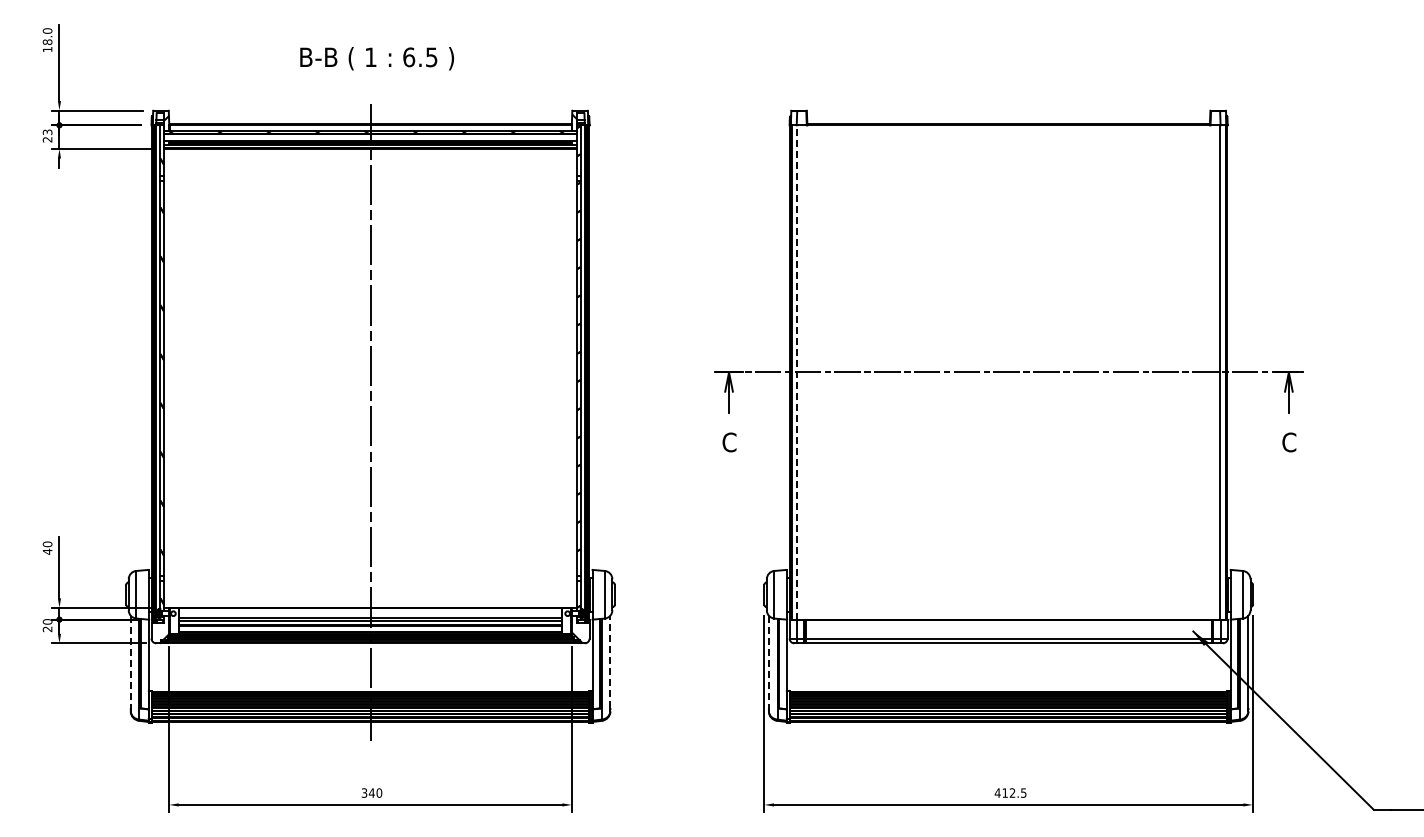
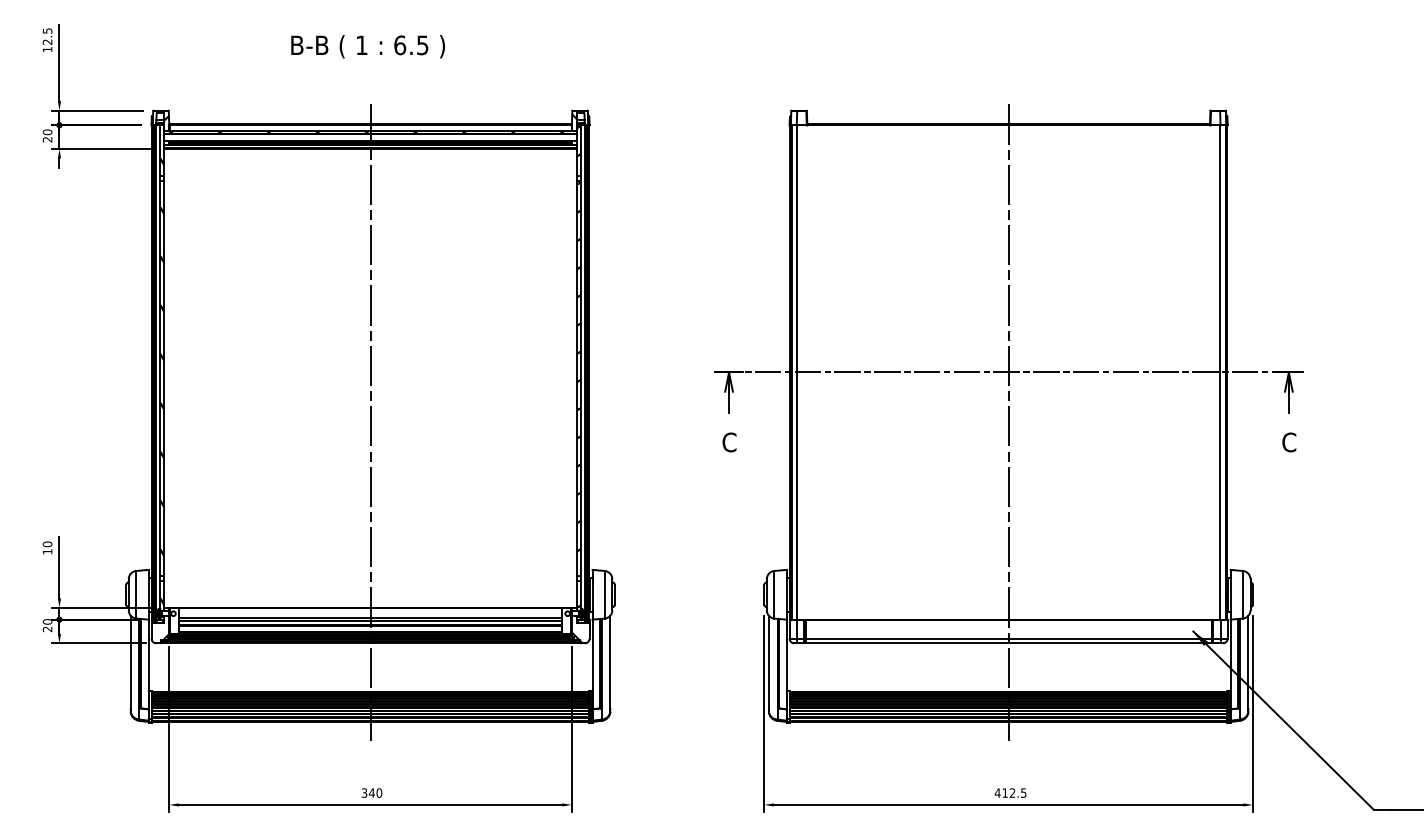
text at (47, 36): 18.0 -> 12.5
text at (376, 58) position: (376, 58) -> (367, 46)
text at (47, 132): 23 -> 20
line at (797, 371): dashed -> solid
line at (1008, 422): none -> present
text at (47, 551): 40 -> 10
line at (610, 661): dashed -> solid
line at (130, 662): dashed -> solid
line at (768, 662): dashed -> solid
